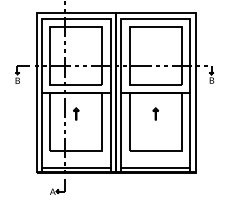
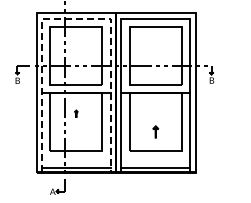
line at (76, 18): solid -> dashed
part at (76, 113) size: 7x14 px -> 5x9 px
part at (155, 113) position: (155, 113) -> (155, 131)
